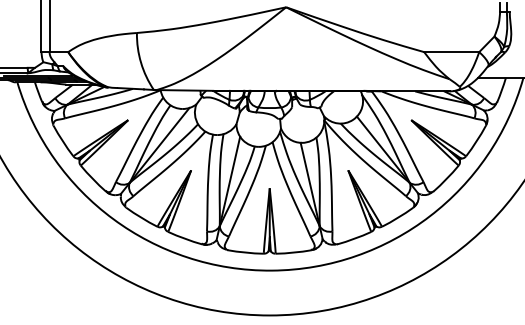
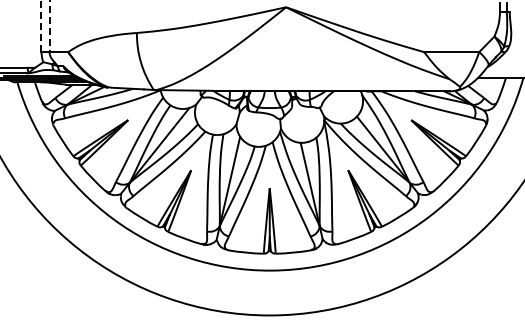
line at (41, 26): solid -> dashed
line at (49, 26): solid -> dashed
